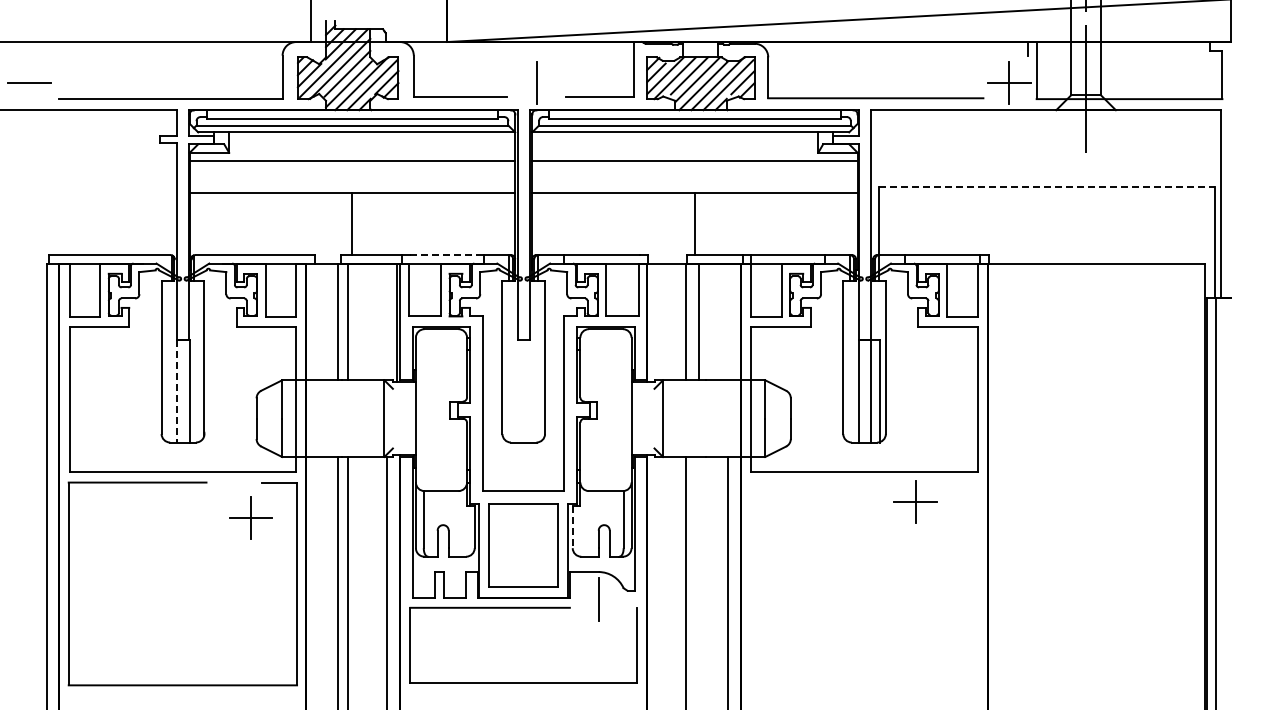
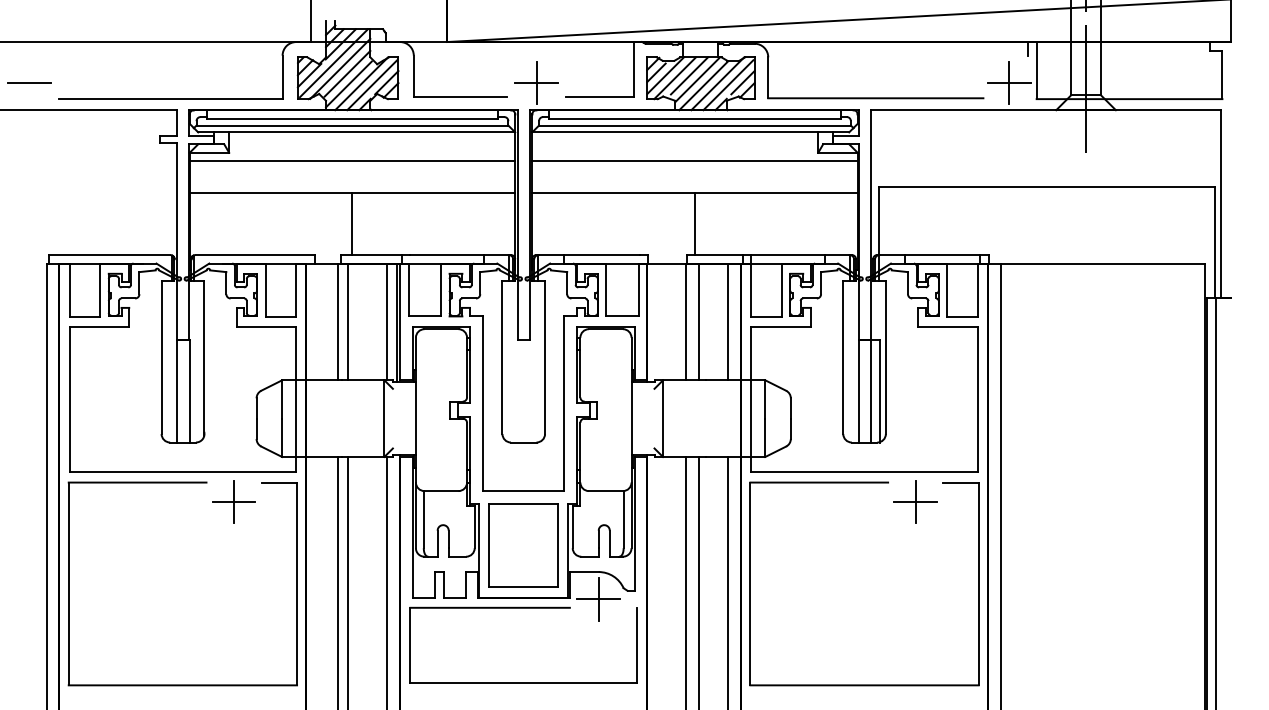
line at (536, 82): none -> present
line at (1046, 186): dashed -> solid
line at (447, 255): dashed -> solid
line at (387, 321): none -> present
line at (728, 321): none -> present
line at (176, 391): dashed -> solid
part at (864, 483): none -> present
line at (1000, 484): none -> present
part at (250, 517) position: (250, 517) -> (233, 501)
line at (572, 527): dashed -> solid
line at (698, 581): none -> present
line at (598, 599): none -> present
